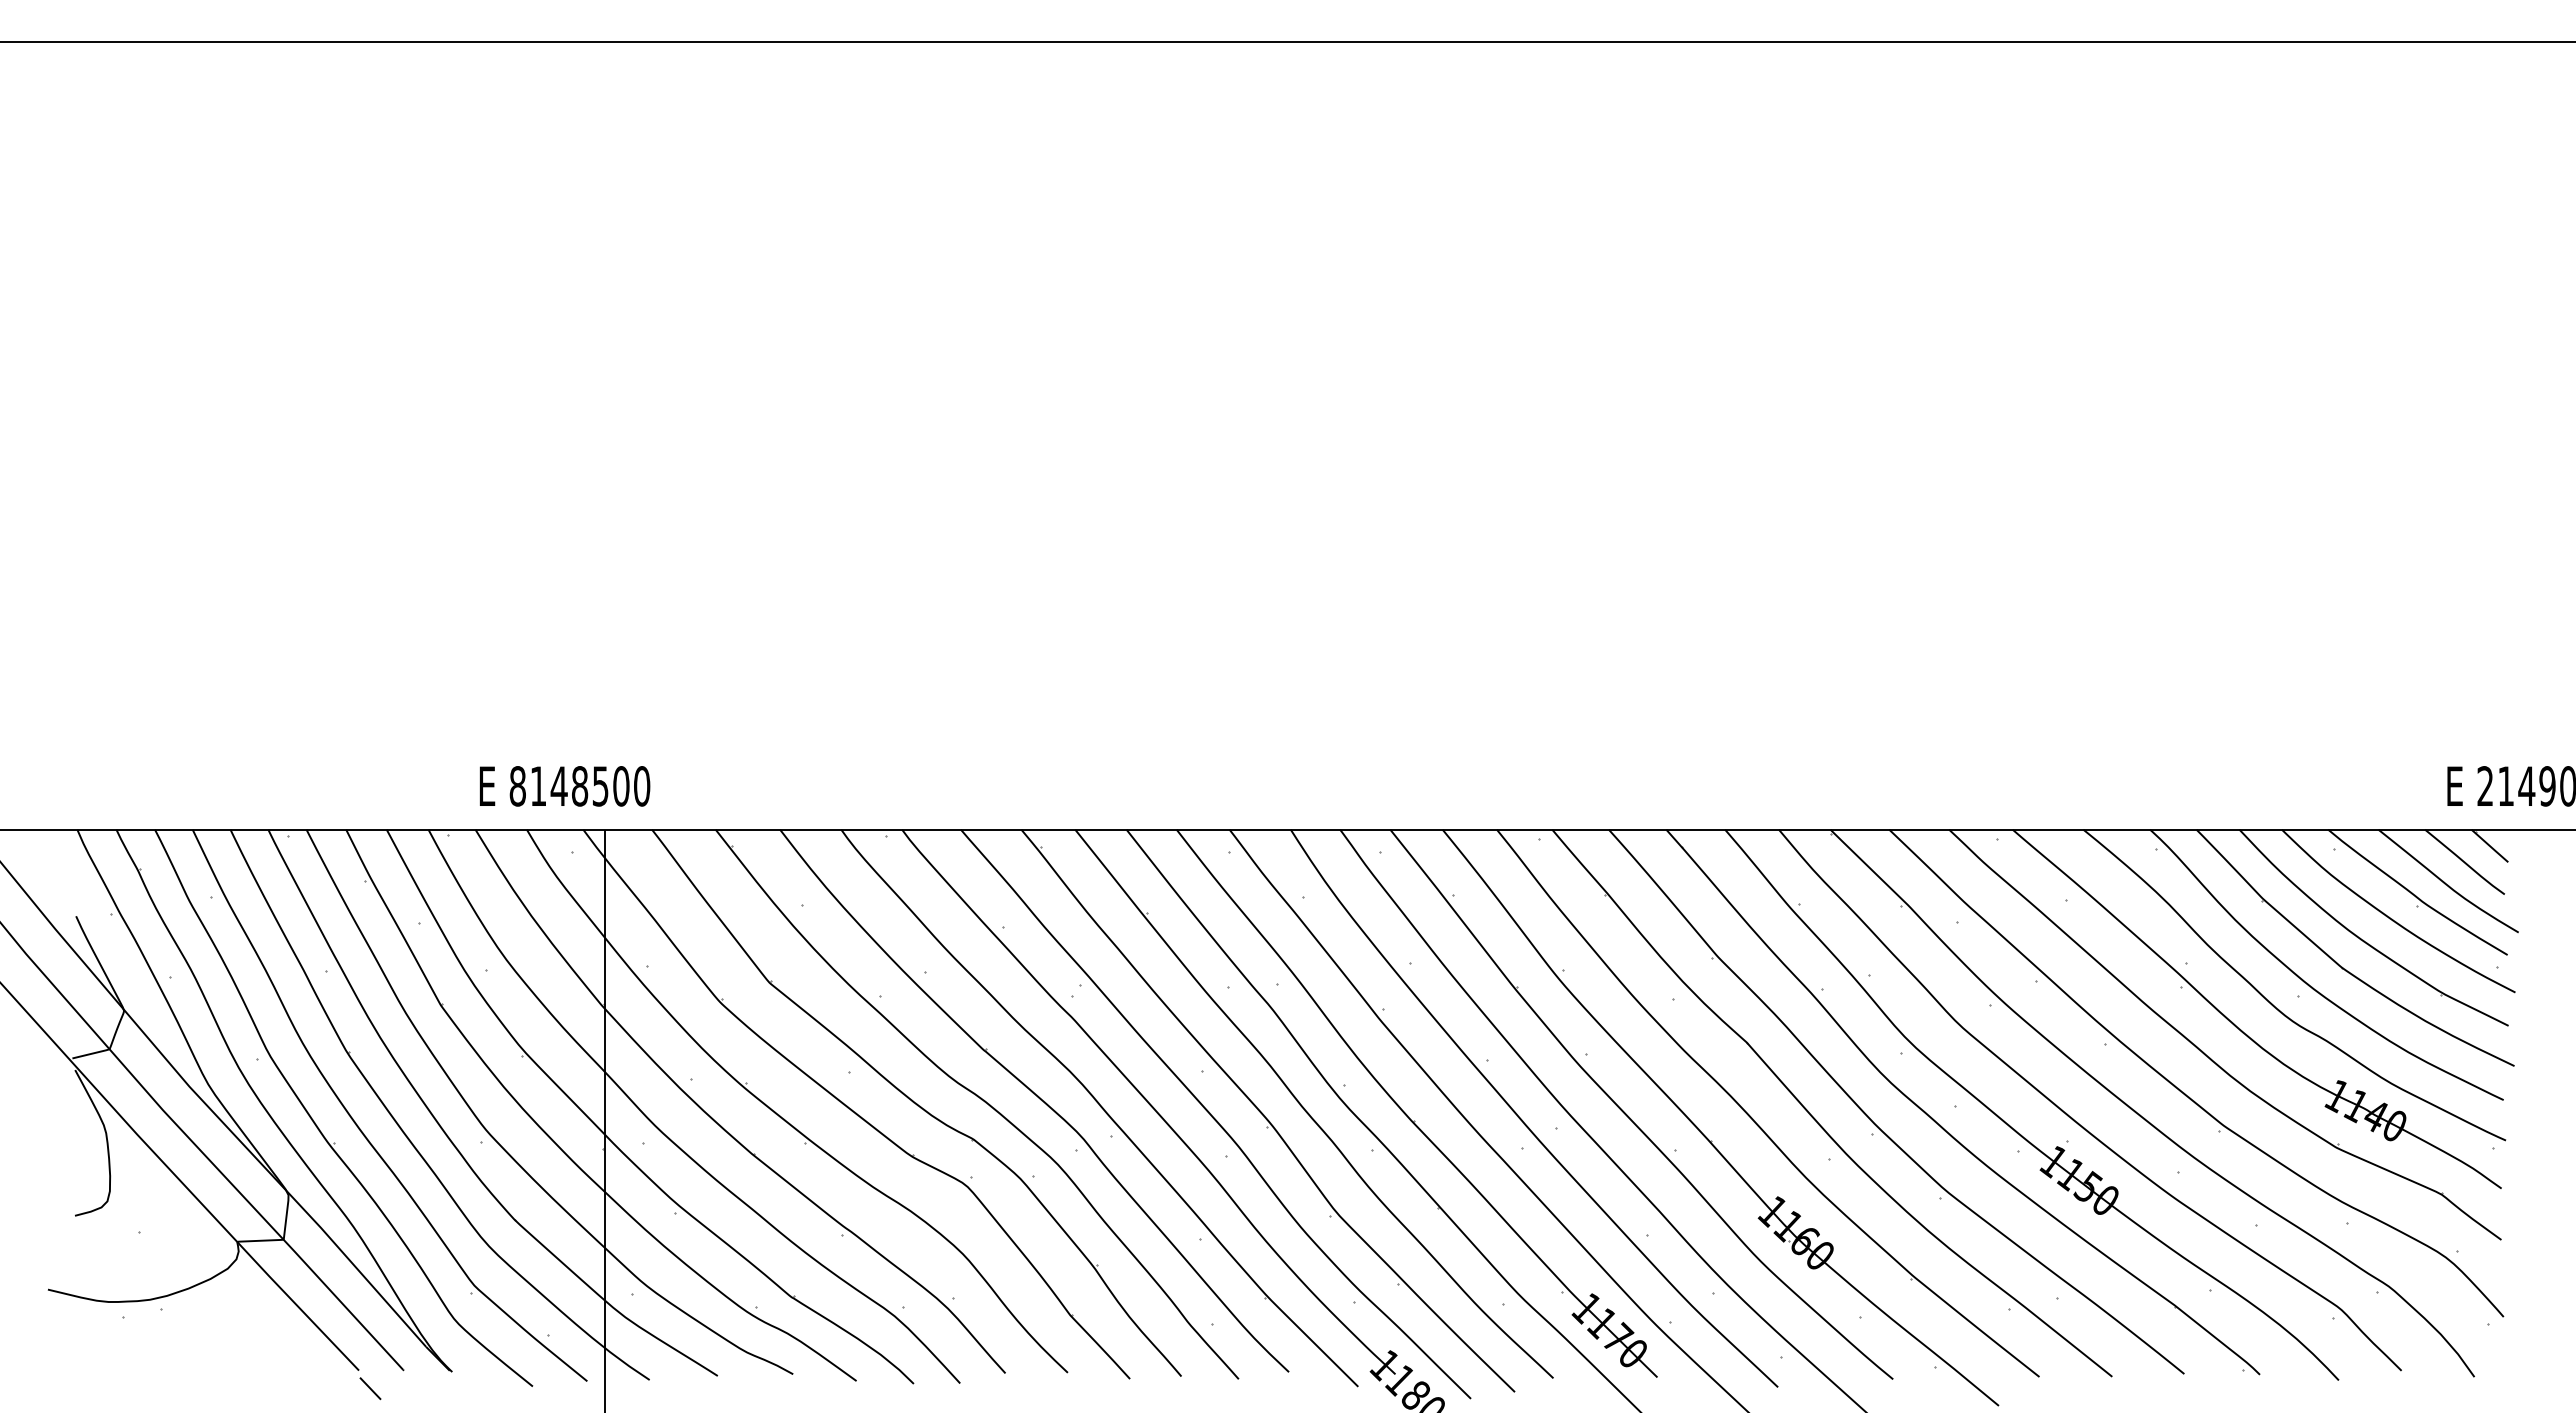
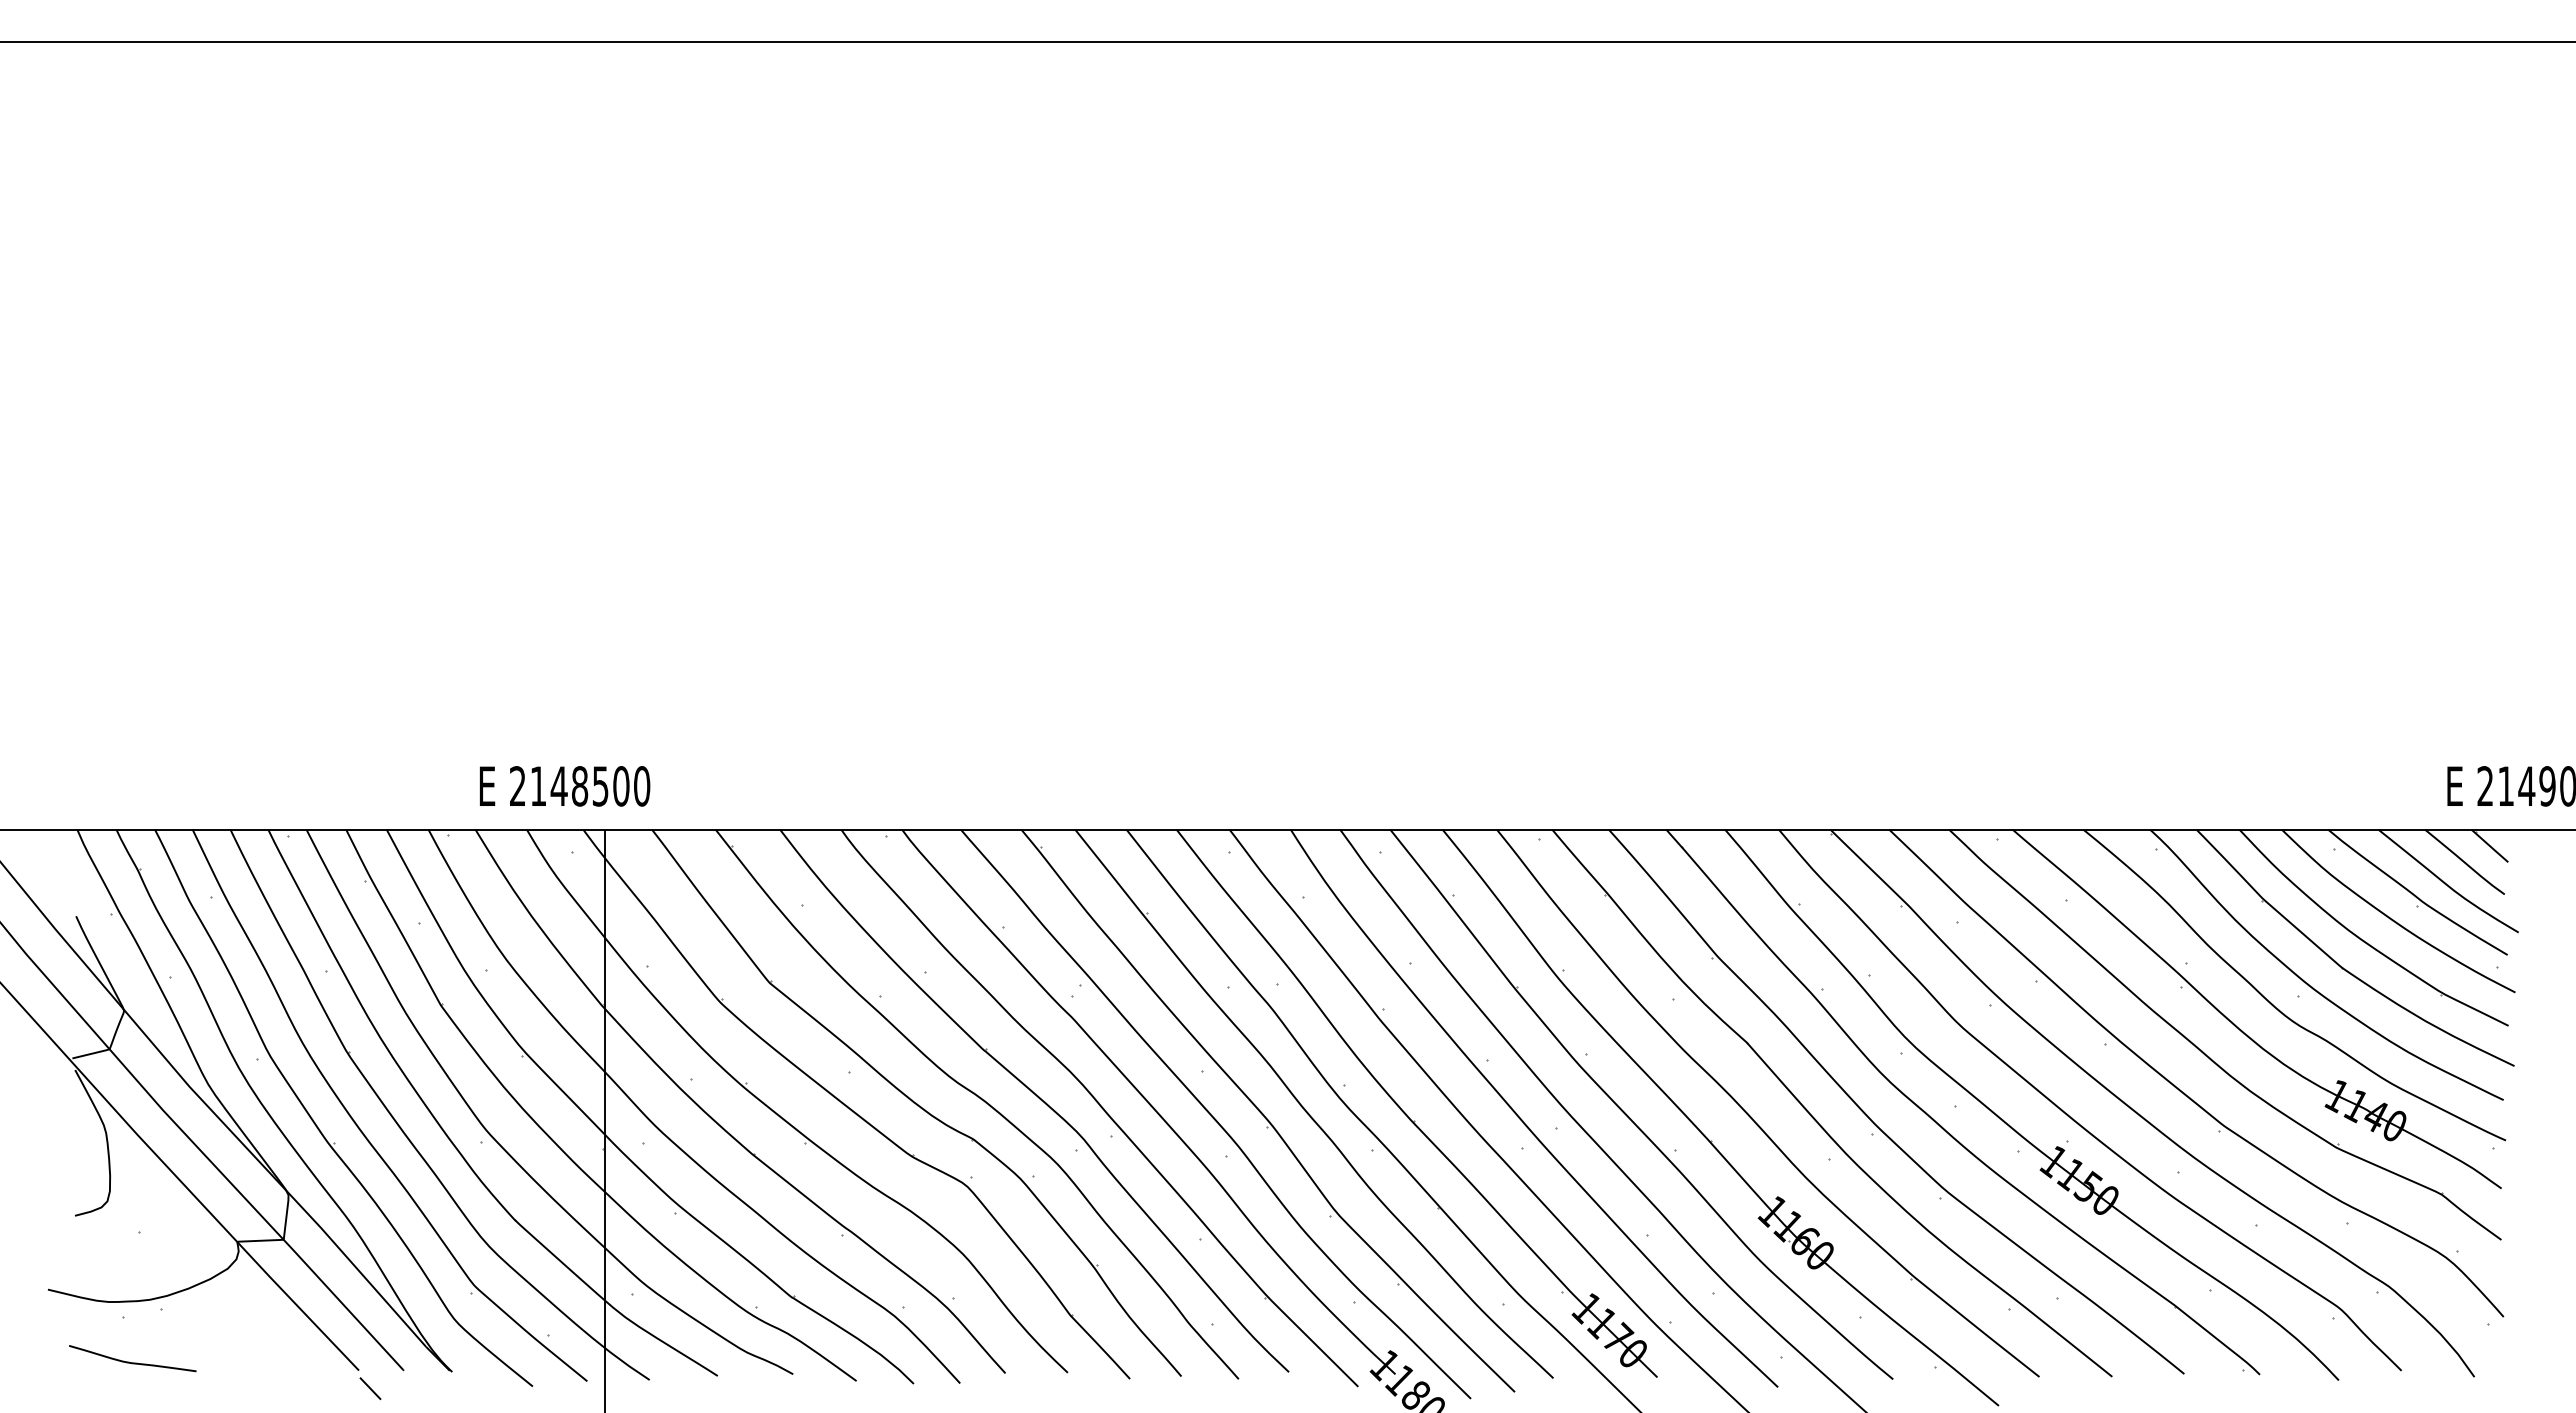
text at (517, 786): 8148500 -> 2148500
curve at (132, 1362): none -> present
